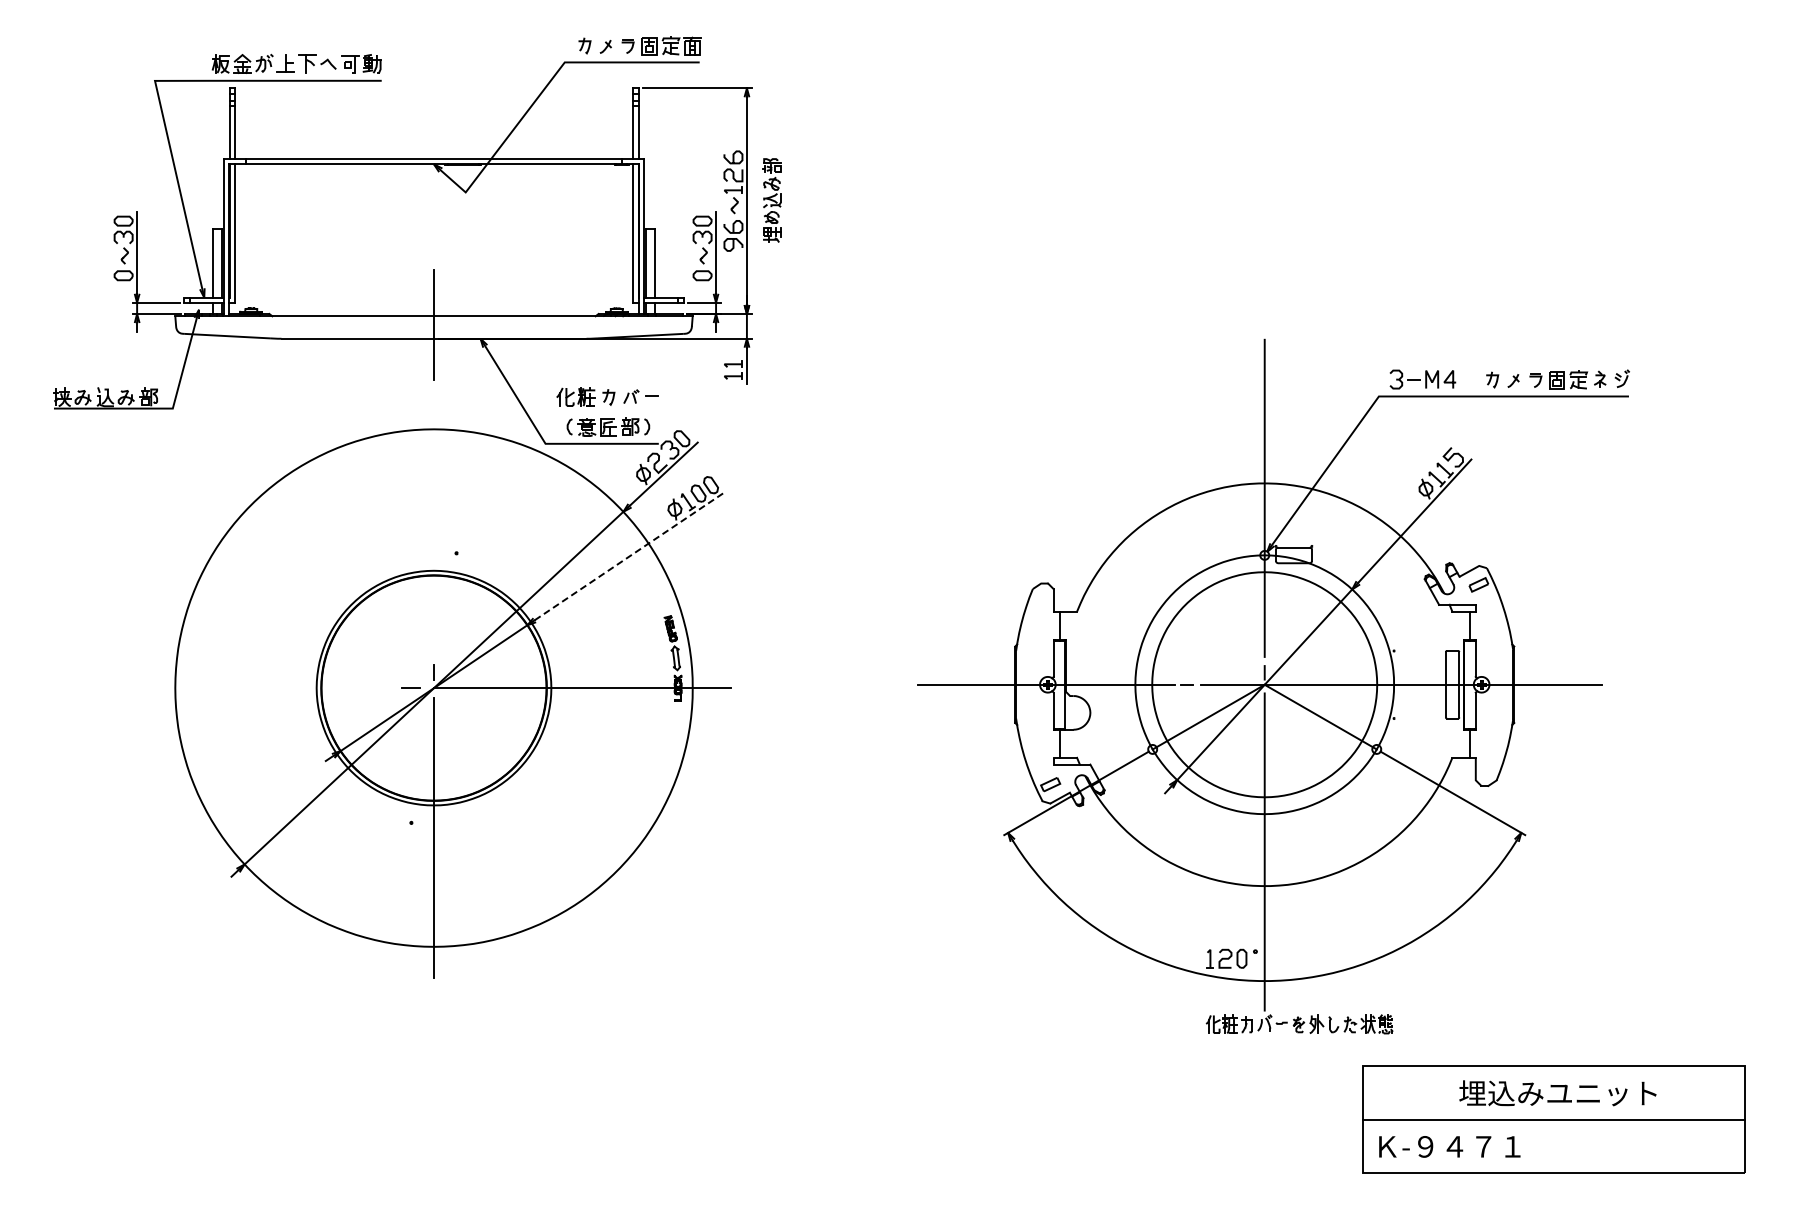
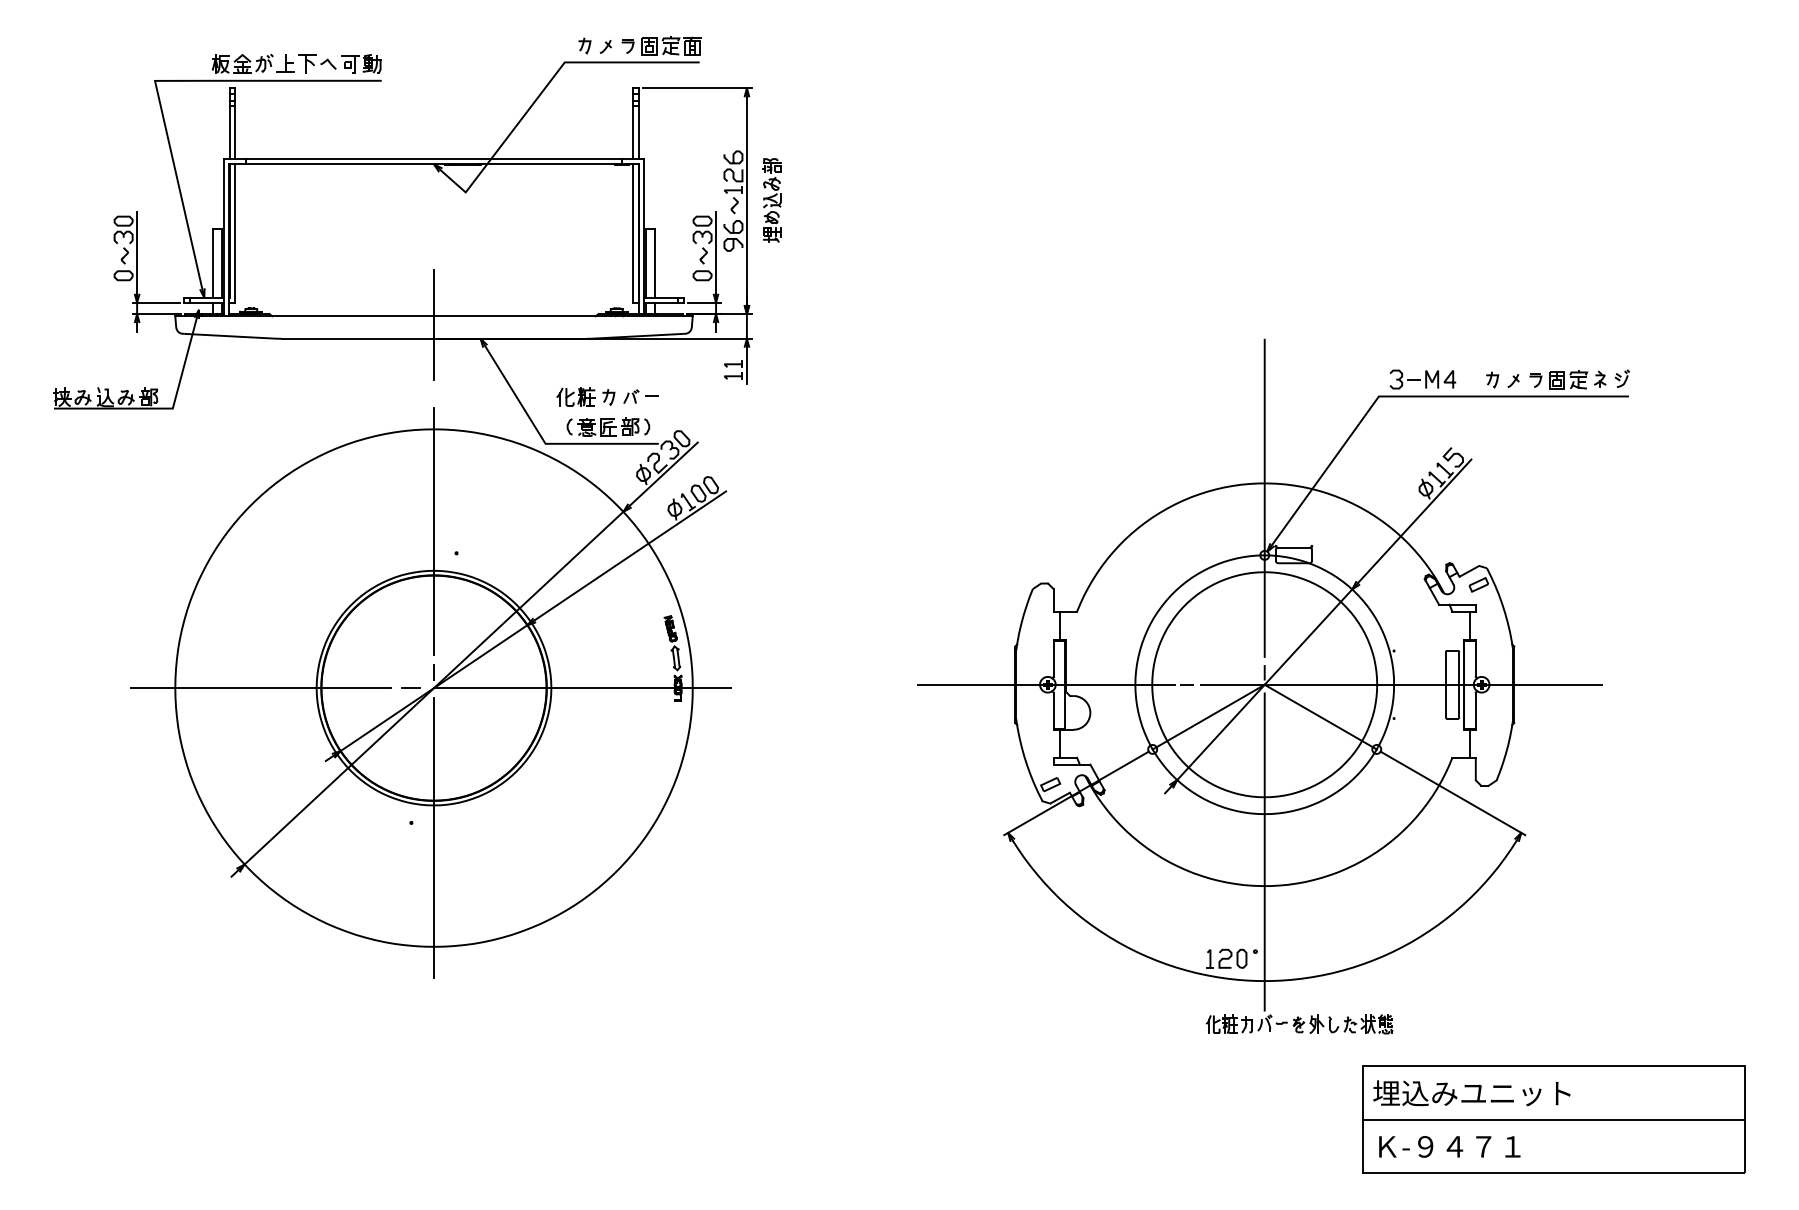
line at (434, 530): none -> present
line at (630, 555): dashed -> solid
line at (260, 688): none -> present
text at (1557, 1093) position: (1557, 1093) -> (1471, 1093)
